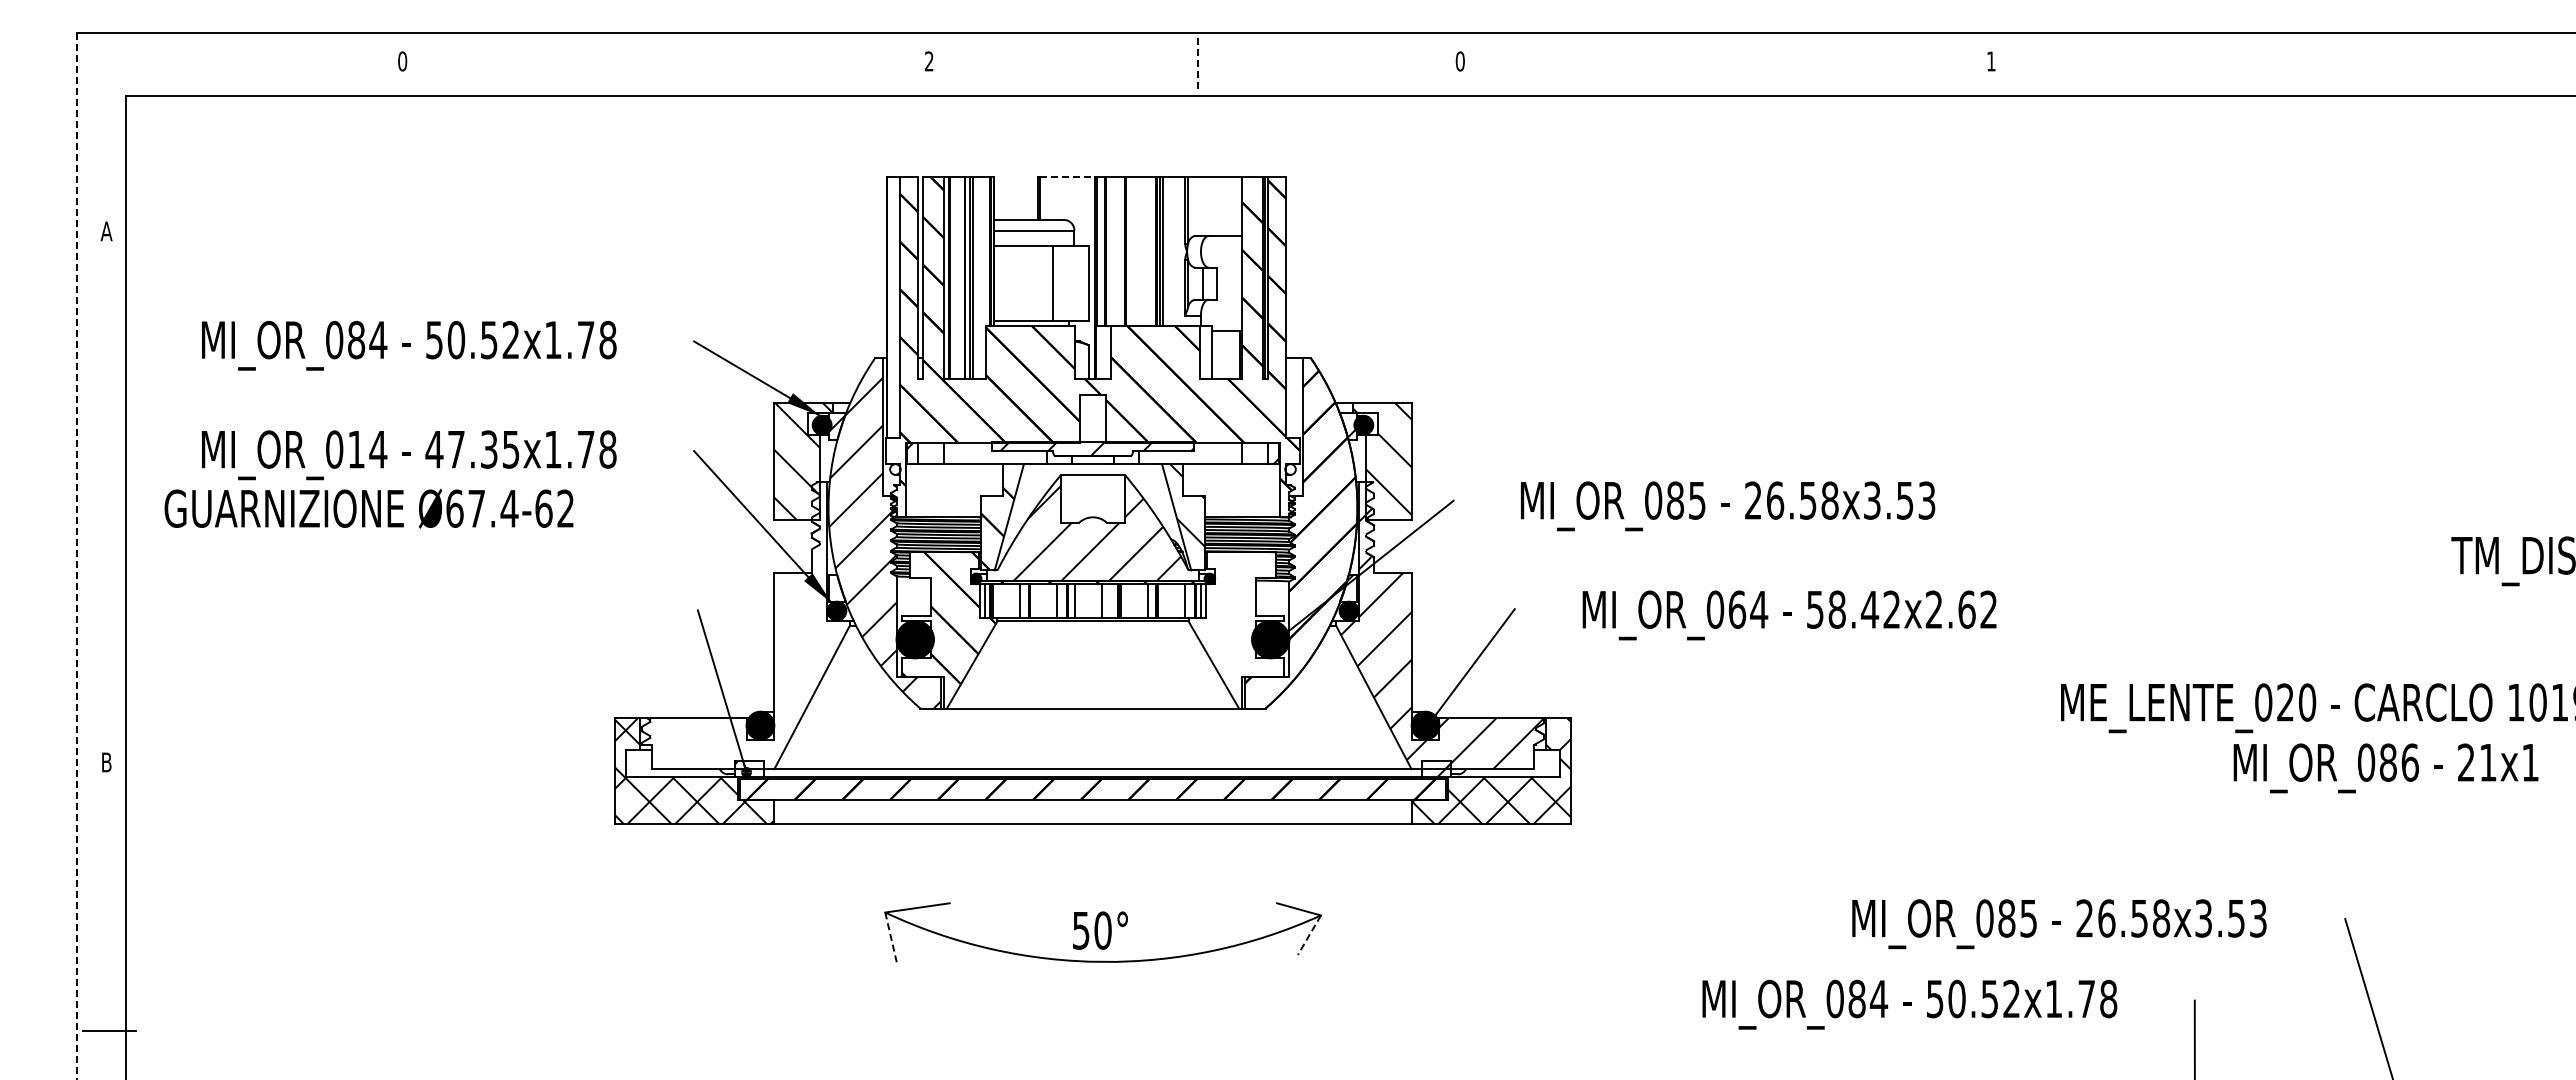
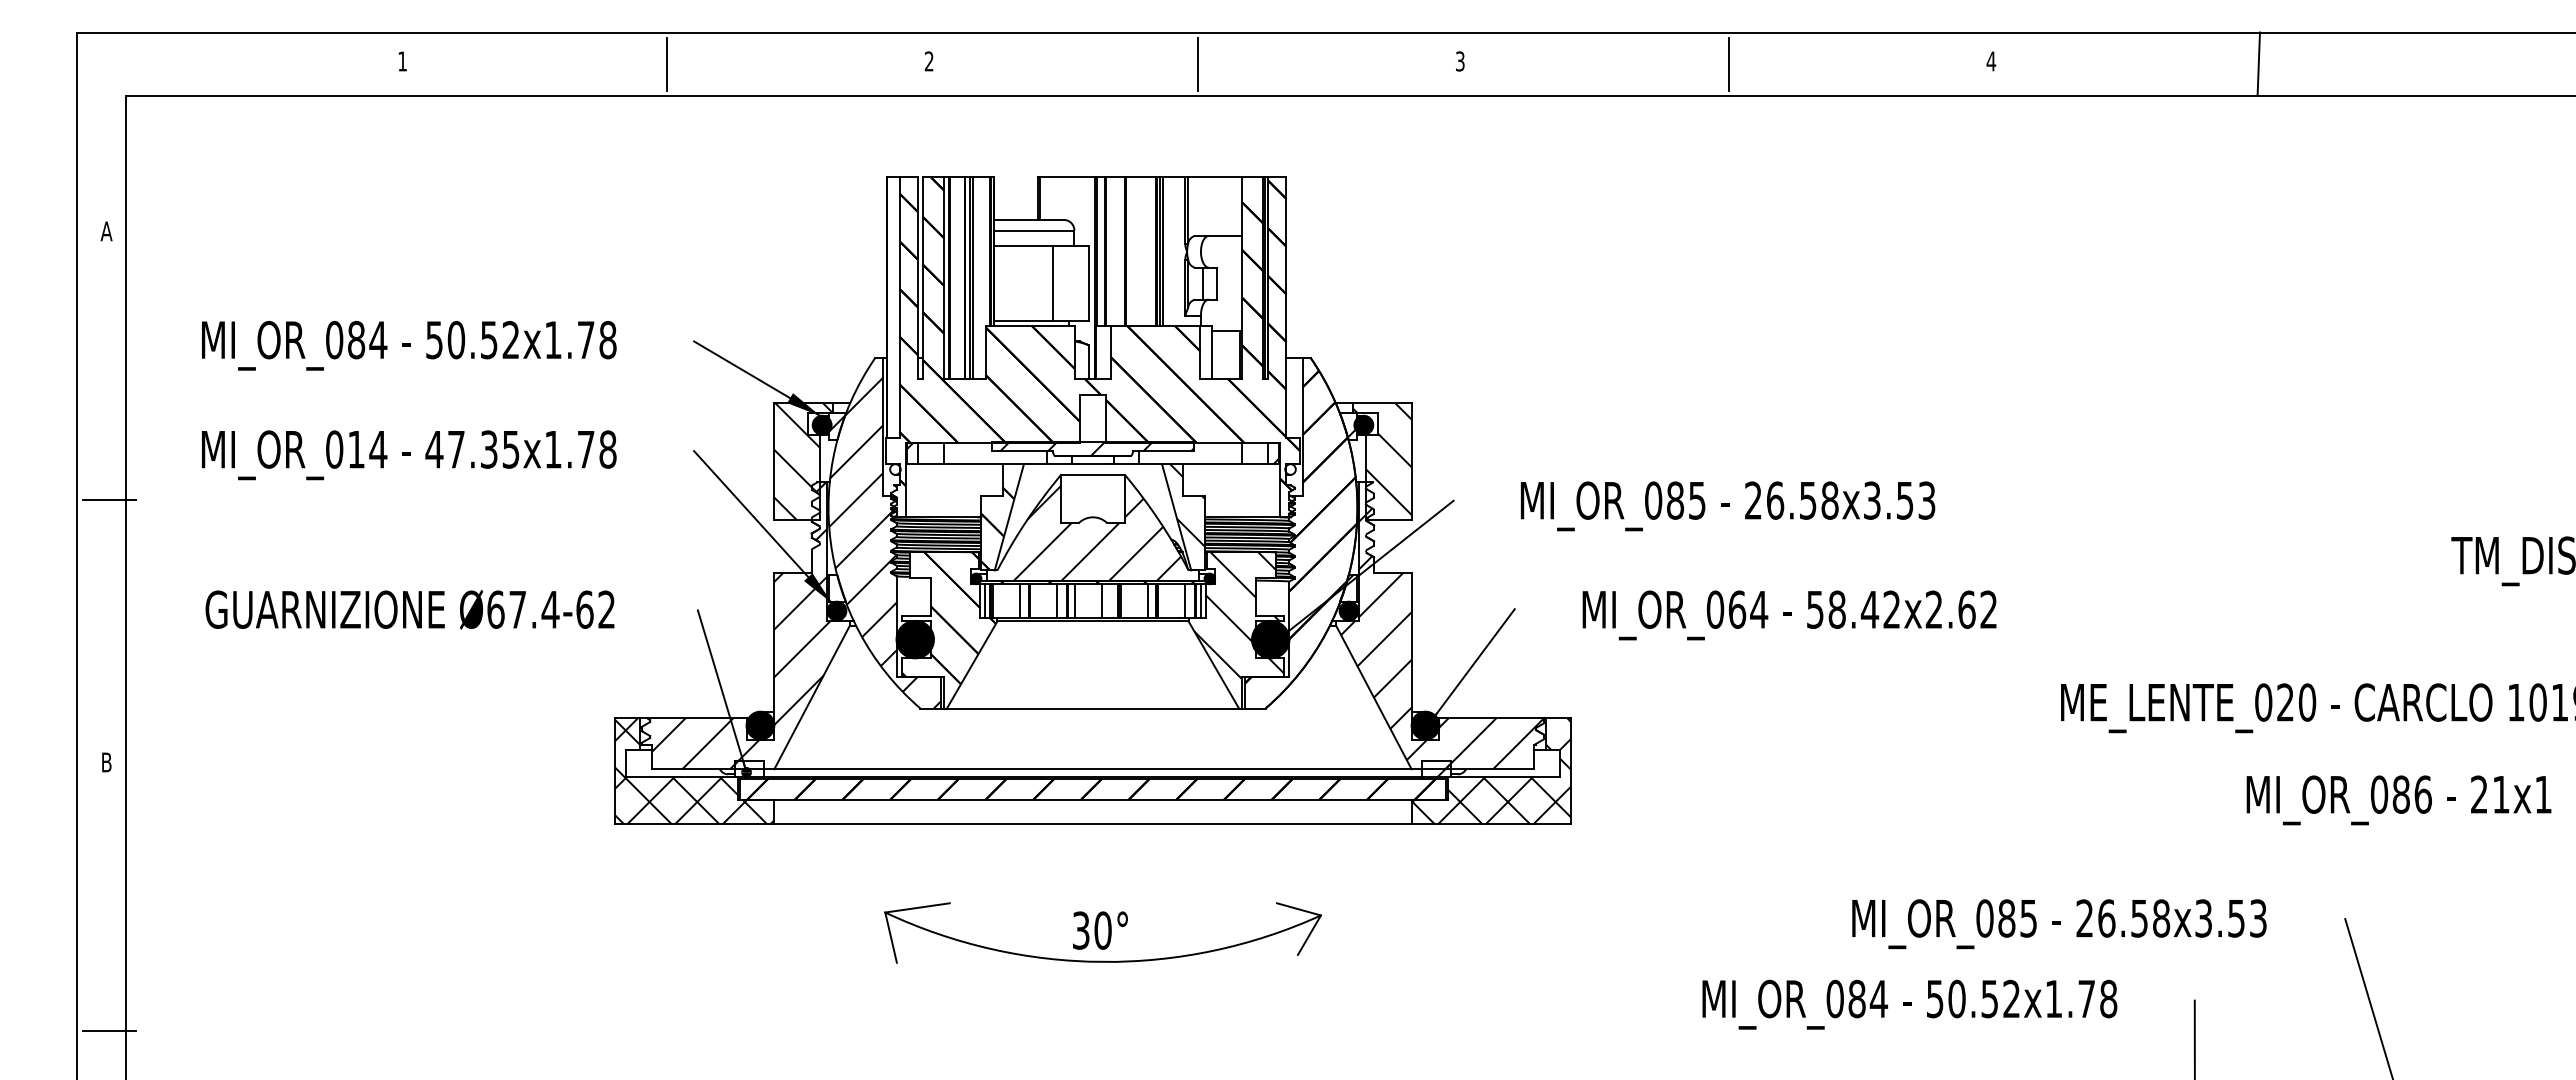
text at (402, 61): 0 -> 1
text at (1459, 61): 0 -> 3
text at (1991, 61): 1 -> 4
line at (666, 63): none -> present
line at (1728, 63): none -> present
line at (2258, 63): none -> present
line at (1197, 64): dashed -> solid
line at (1068, 177): dashed -> solid
line at (108, 499): none -> present
text at (368, 508) position: (368, 508) -> (409, 609)
line at (77, 556): dashed -> solid
hatch at (1239, 615): none -> present
hatch at (741, 625): none -> present
text at (2385, 768) position: (2385, 768) -> (2398, 800)
text at (1081, 930): 50° -> 30°
line at (1309, 935): dashed -> solid
line at (891, 937): dashed -> solid
